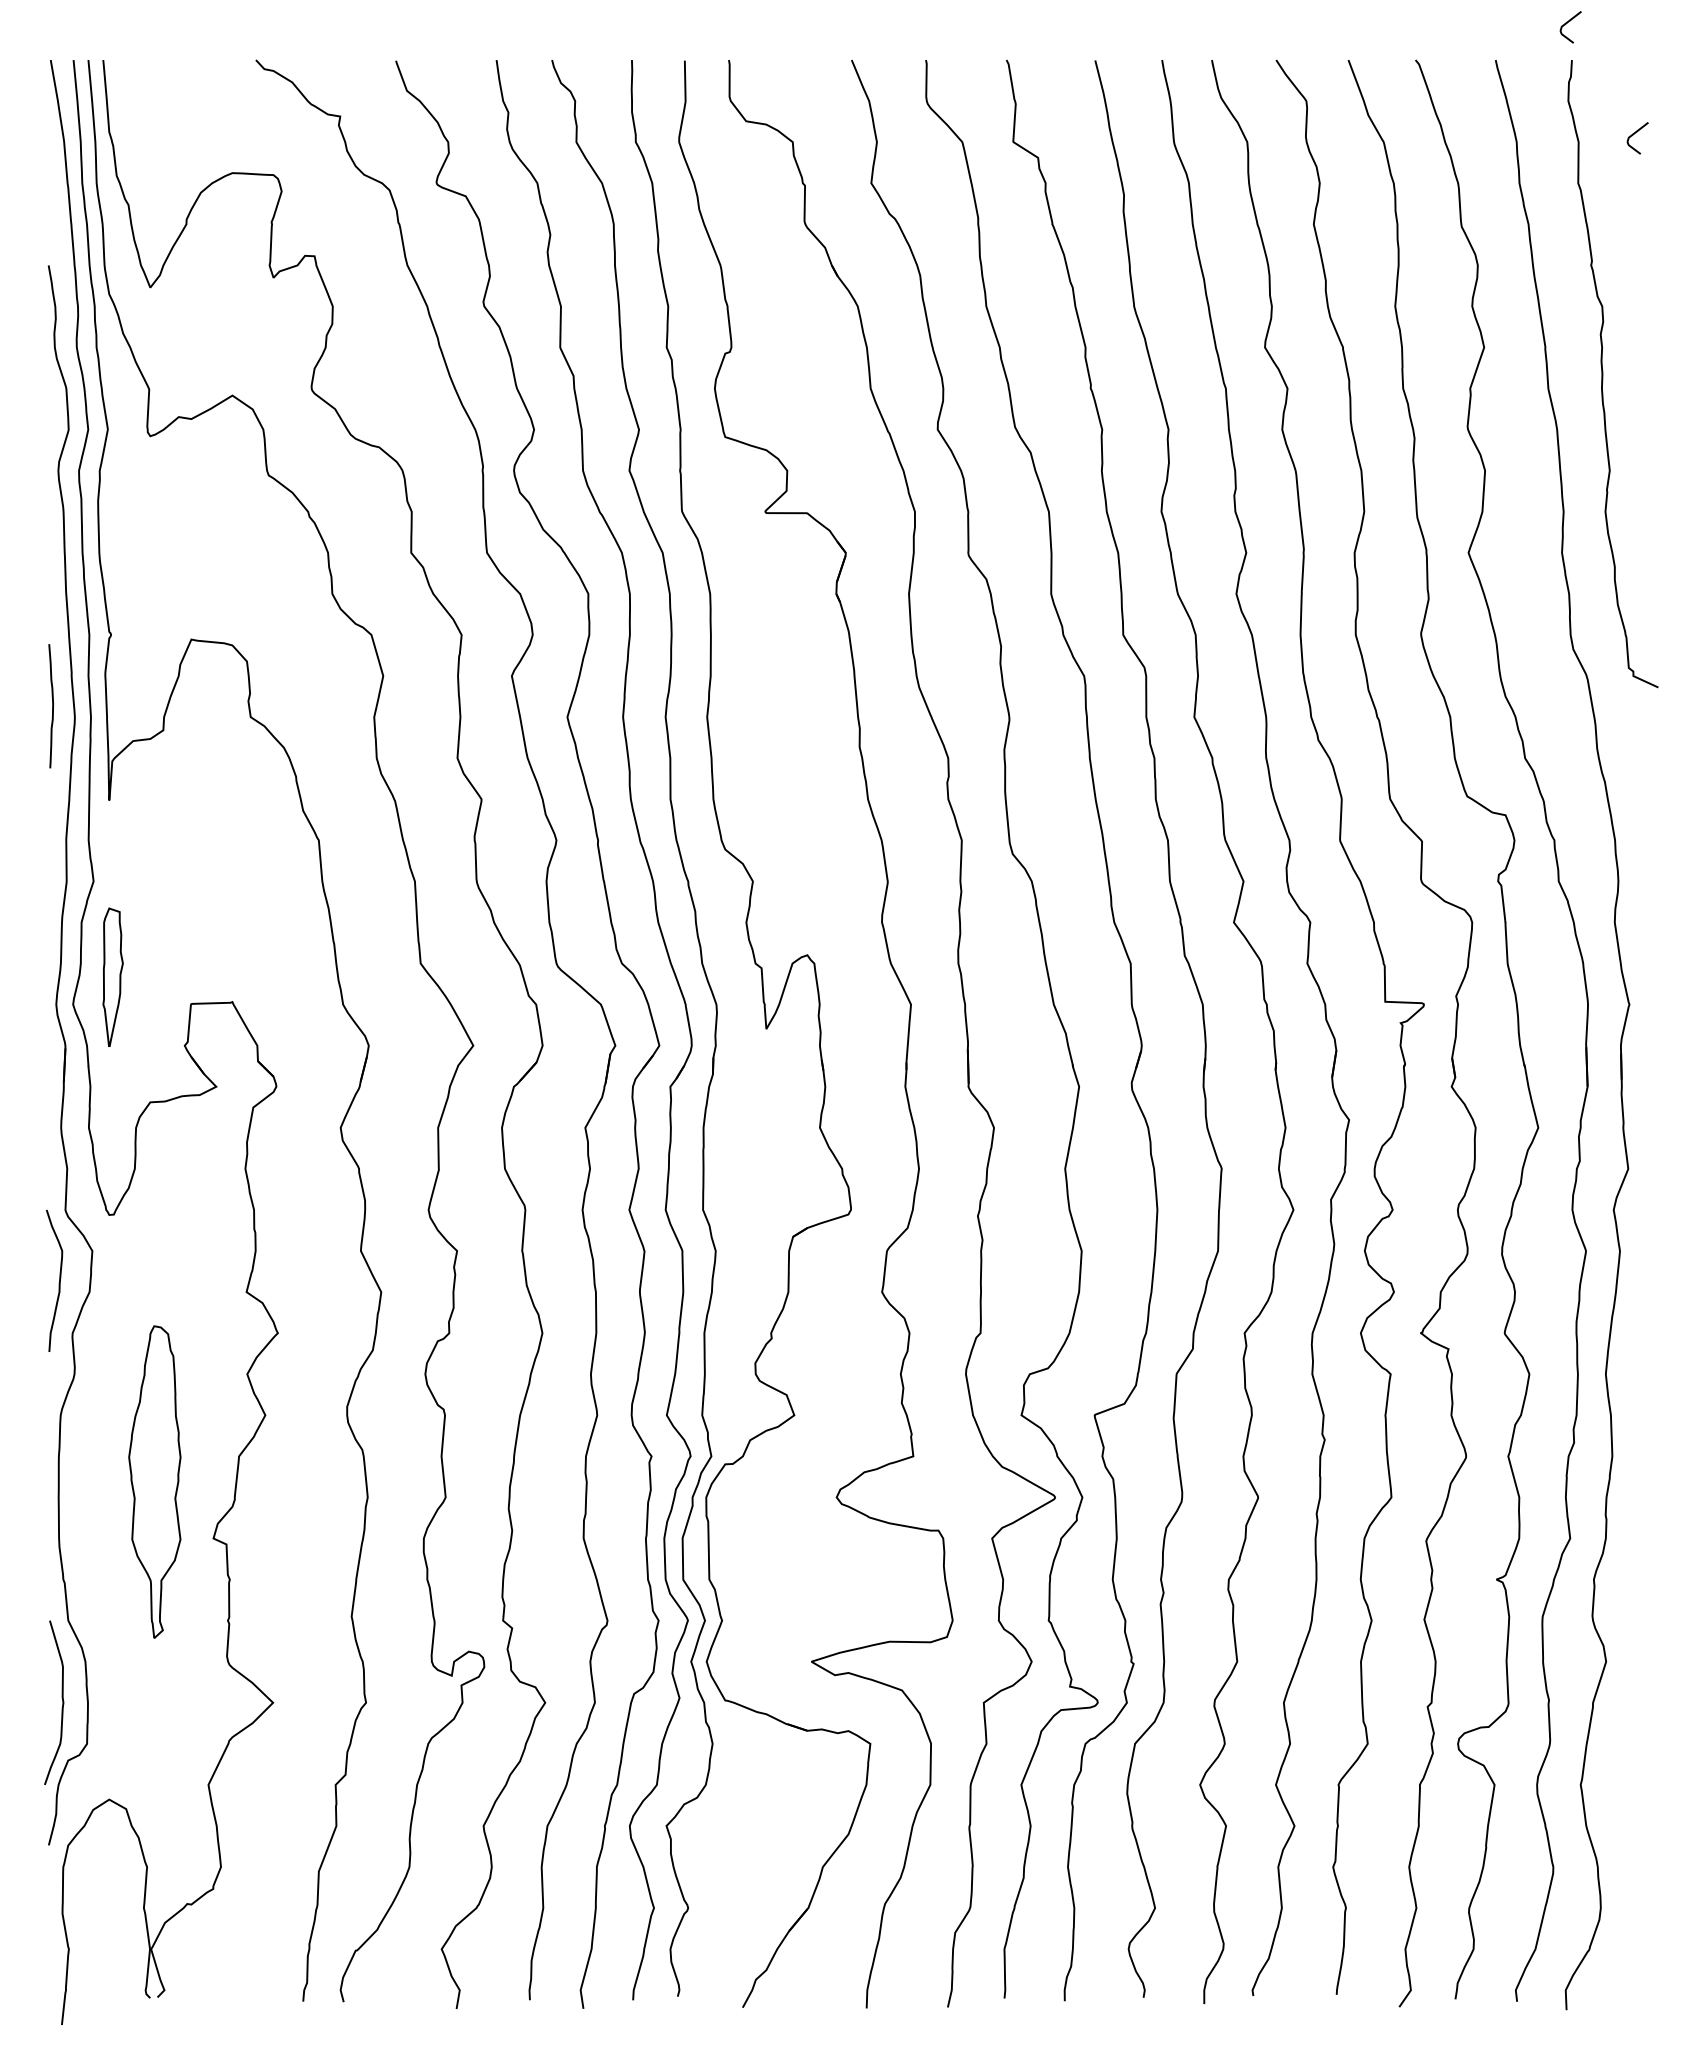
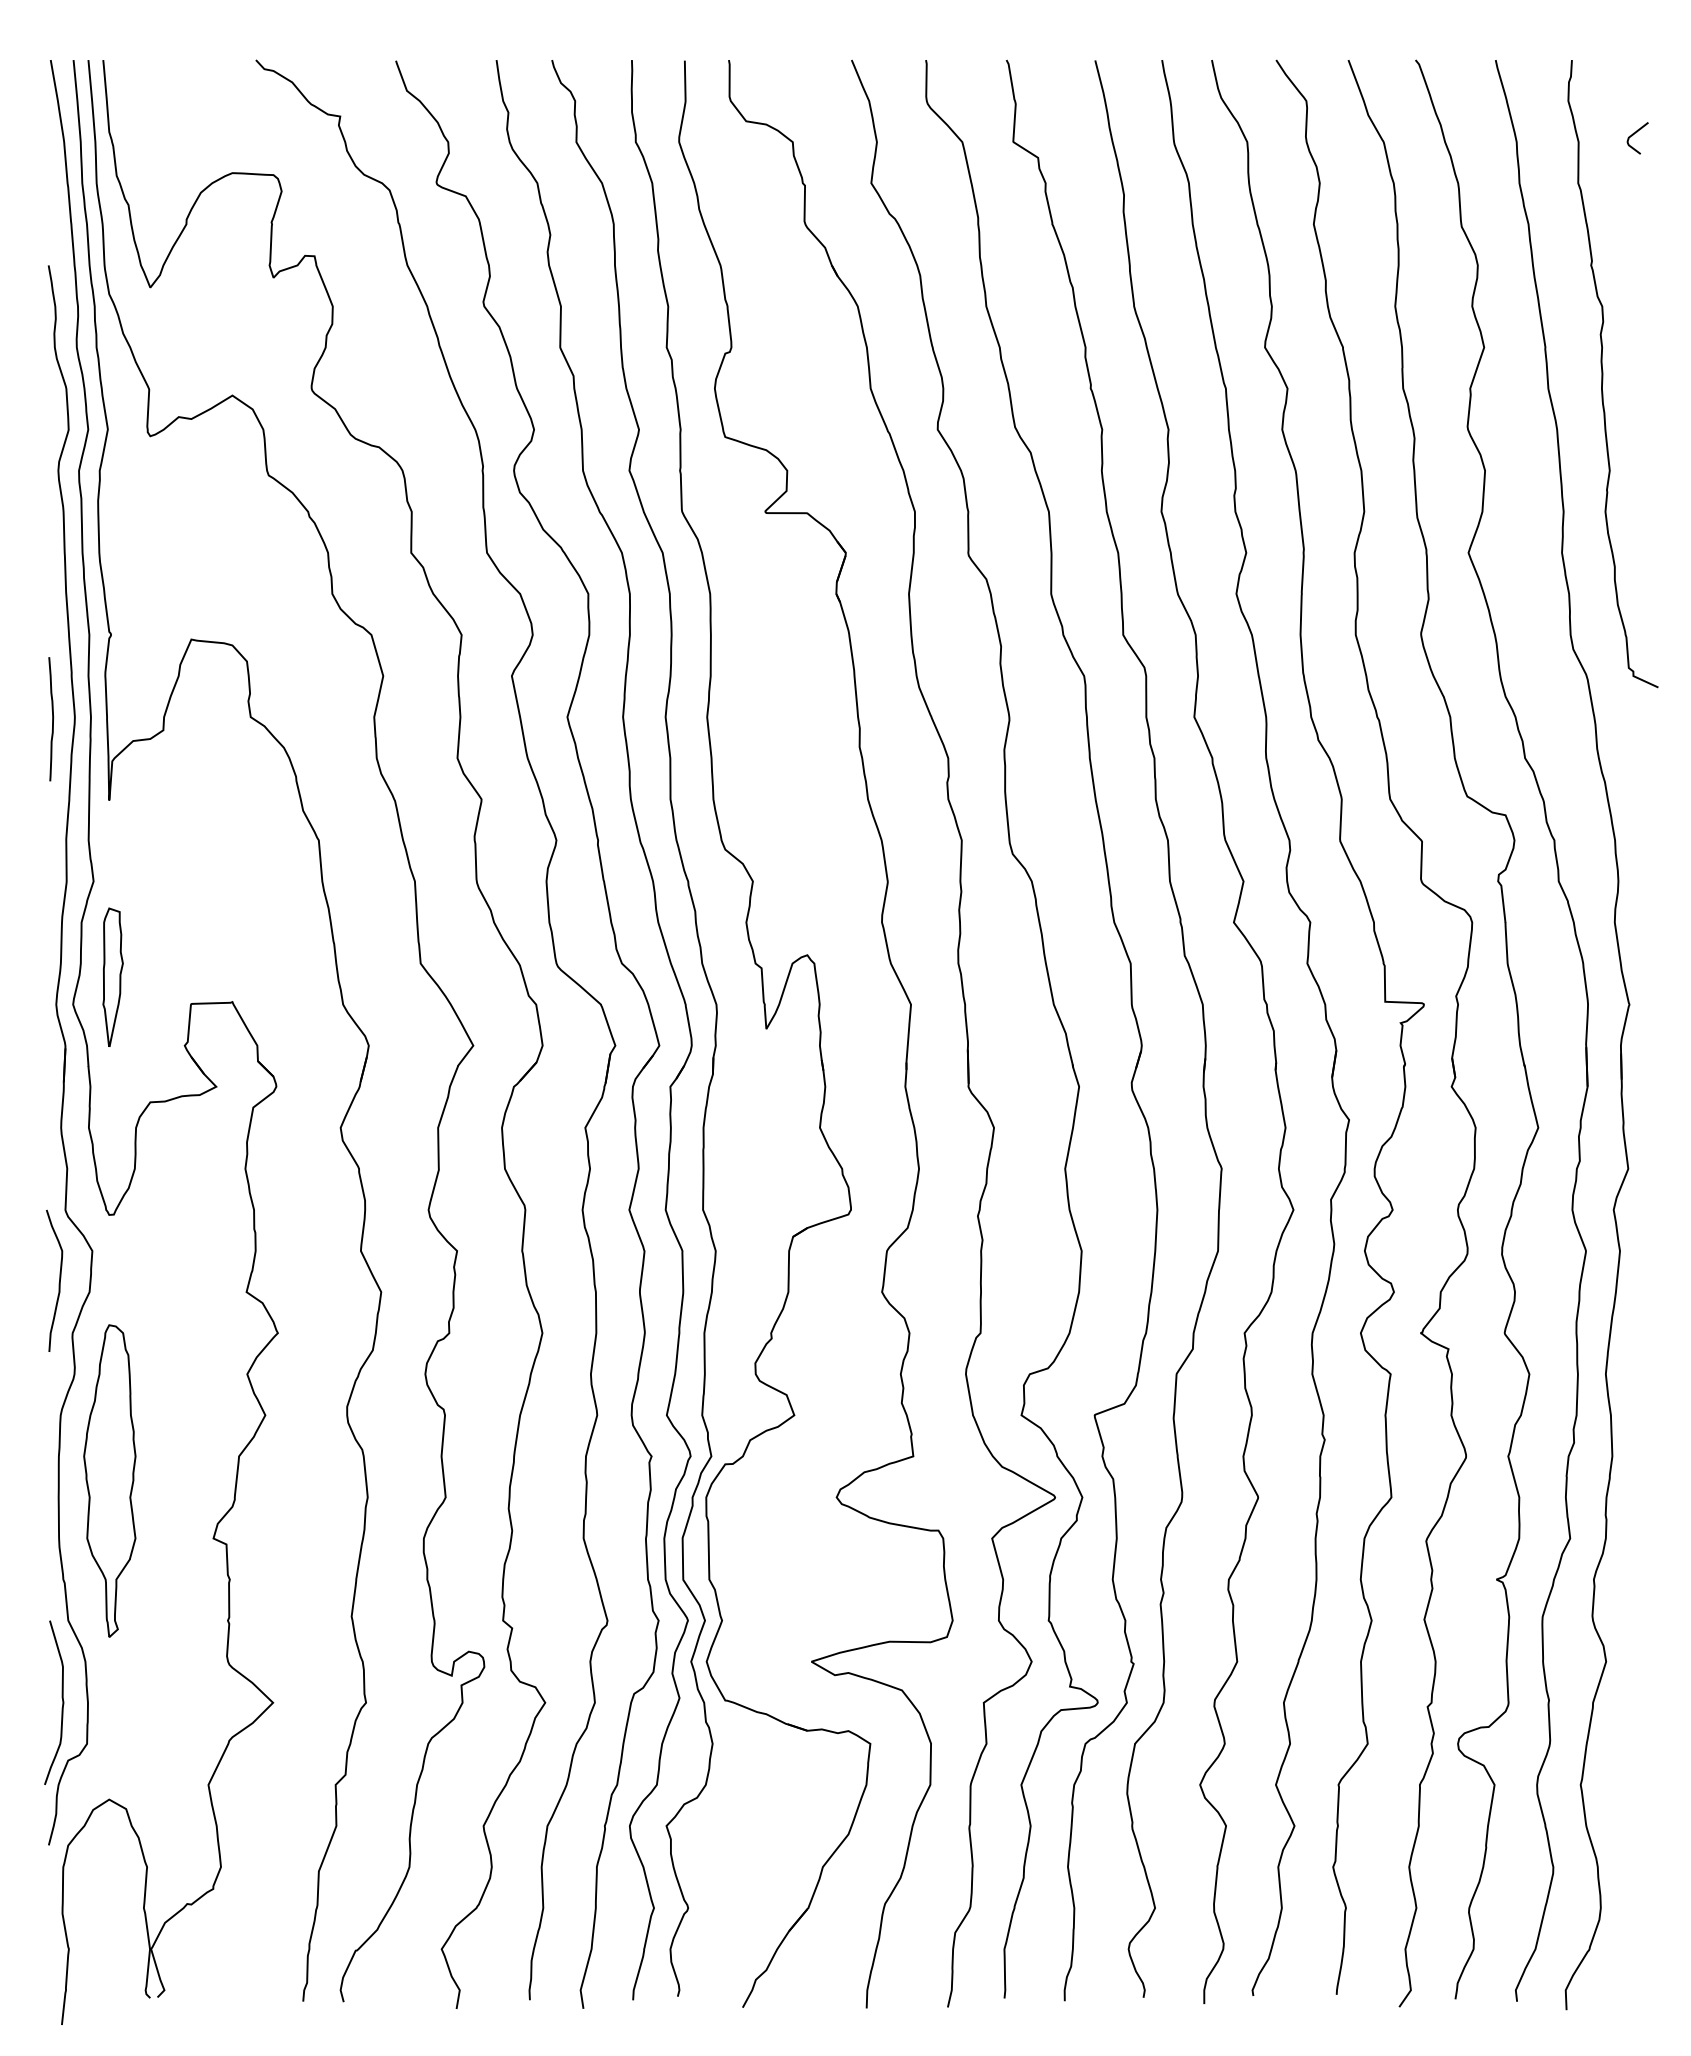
curve at (1567, 23): present -> none
curve at (52, 706) position: (52, 706) -> (52, 719)
part at (154, 1481) position: (154, 1481) -> (109, 1480)
